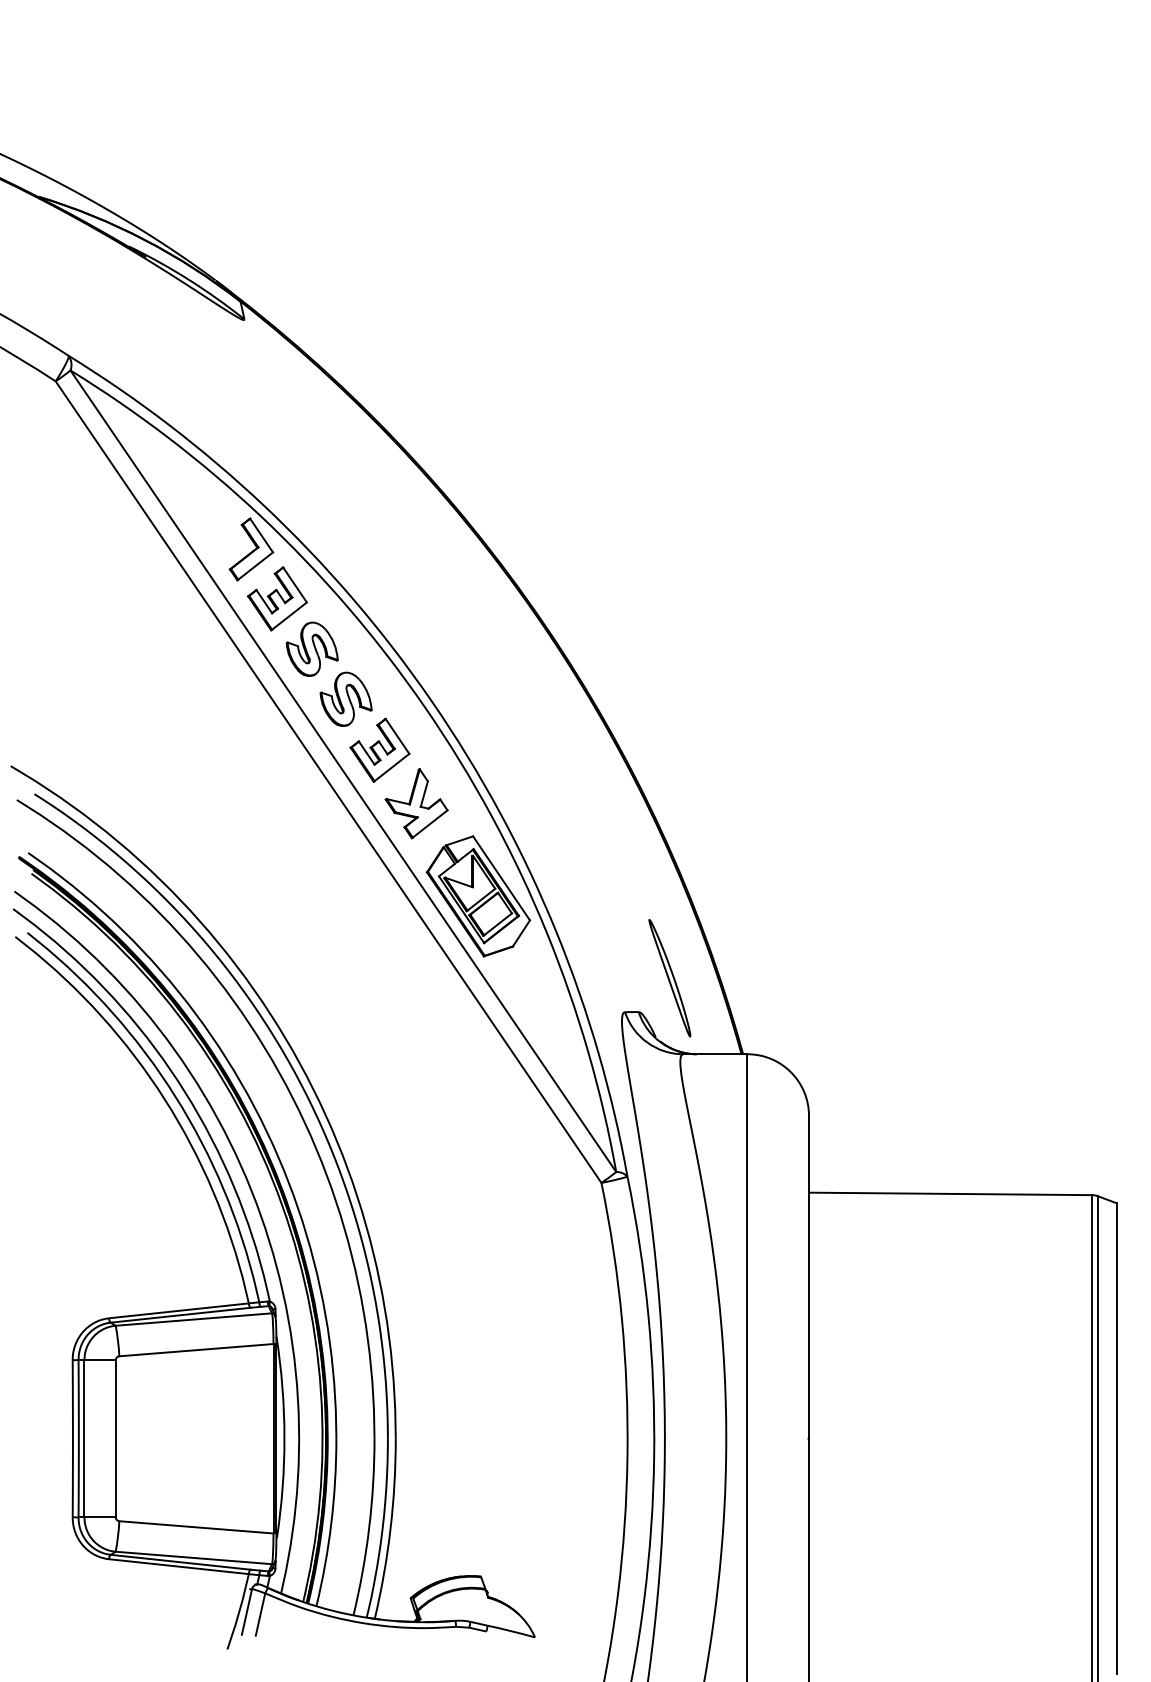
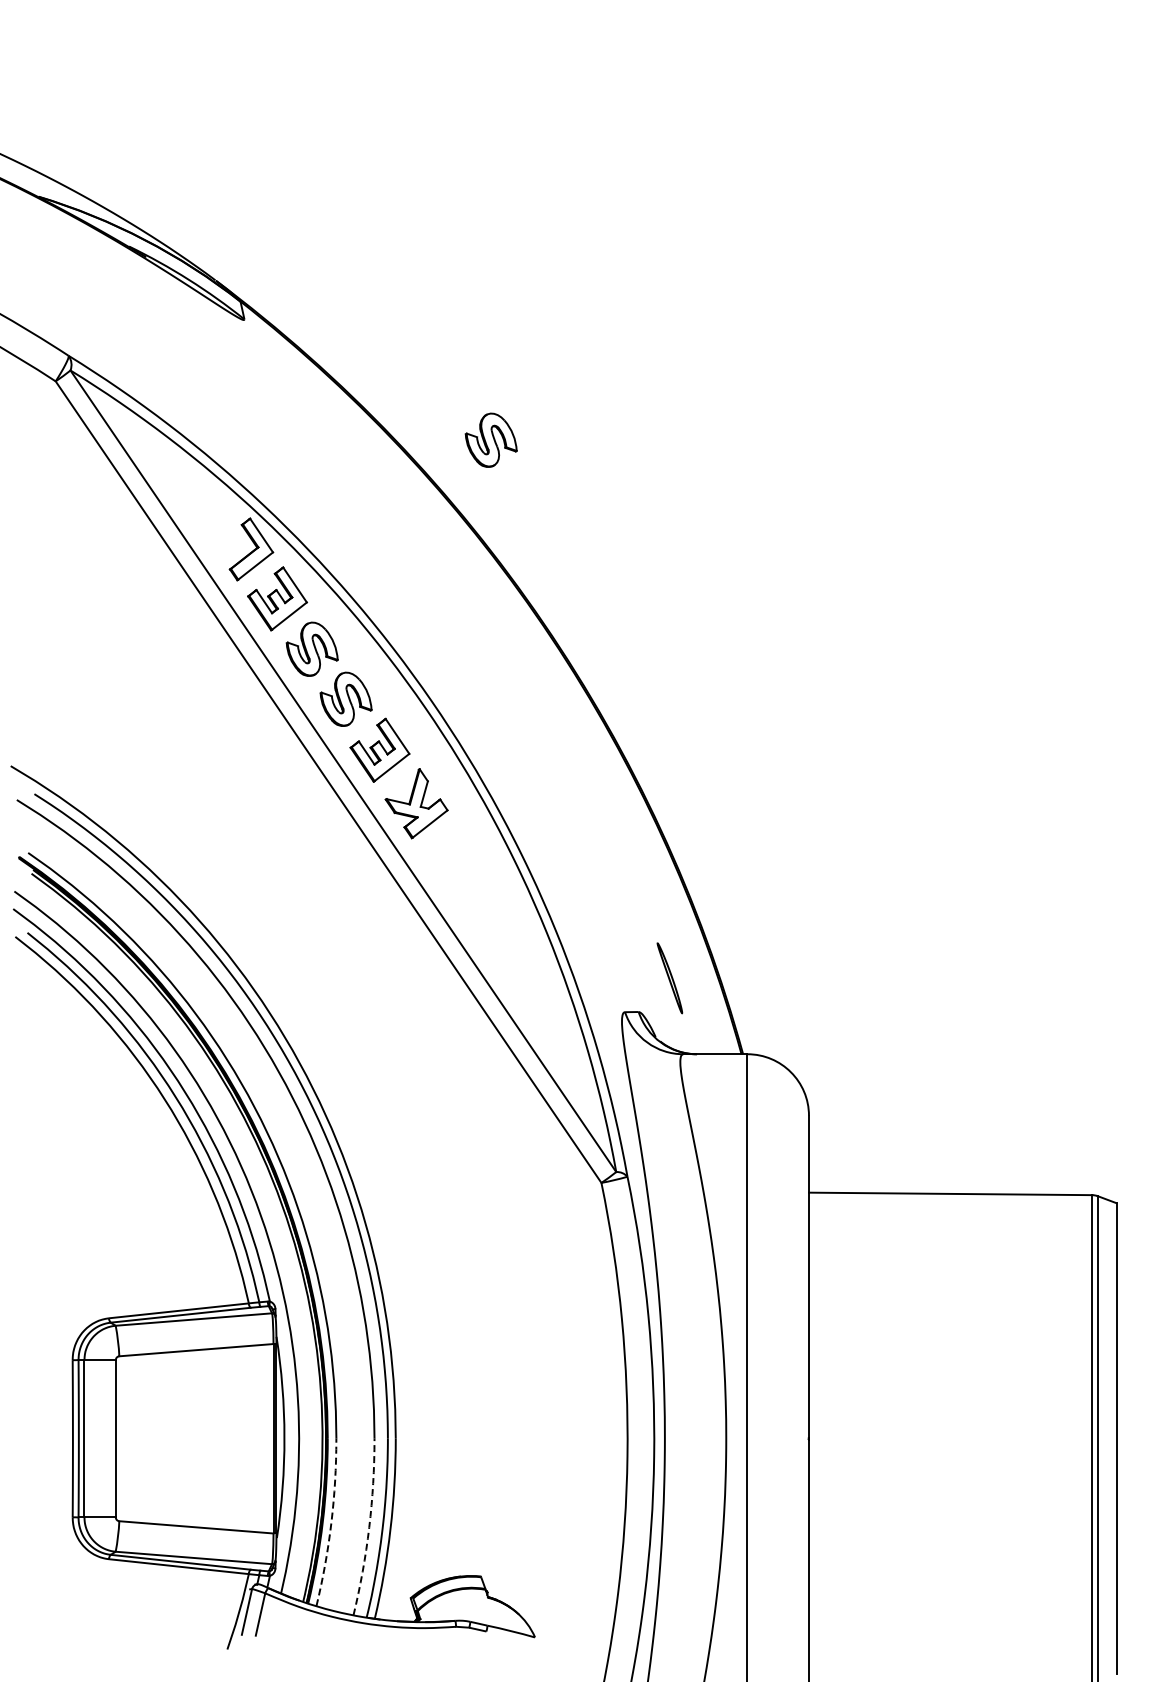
part at (490, 439): none -> present
part at (478, 896): present -> none
part at (669, 978) size: 44x119 px -> 28x73 px
arc at (331, 1523): solid -> dashed
arc at (369, 1527): solid -> dashed
